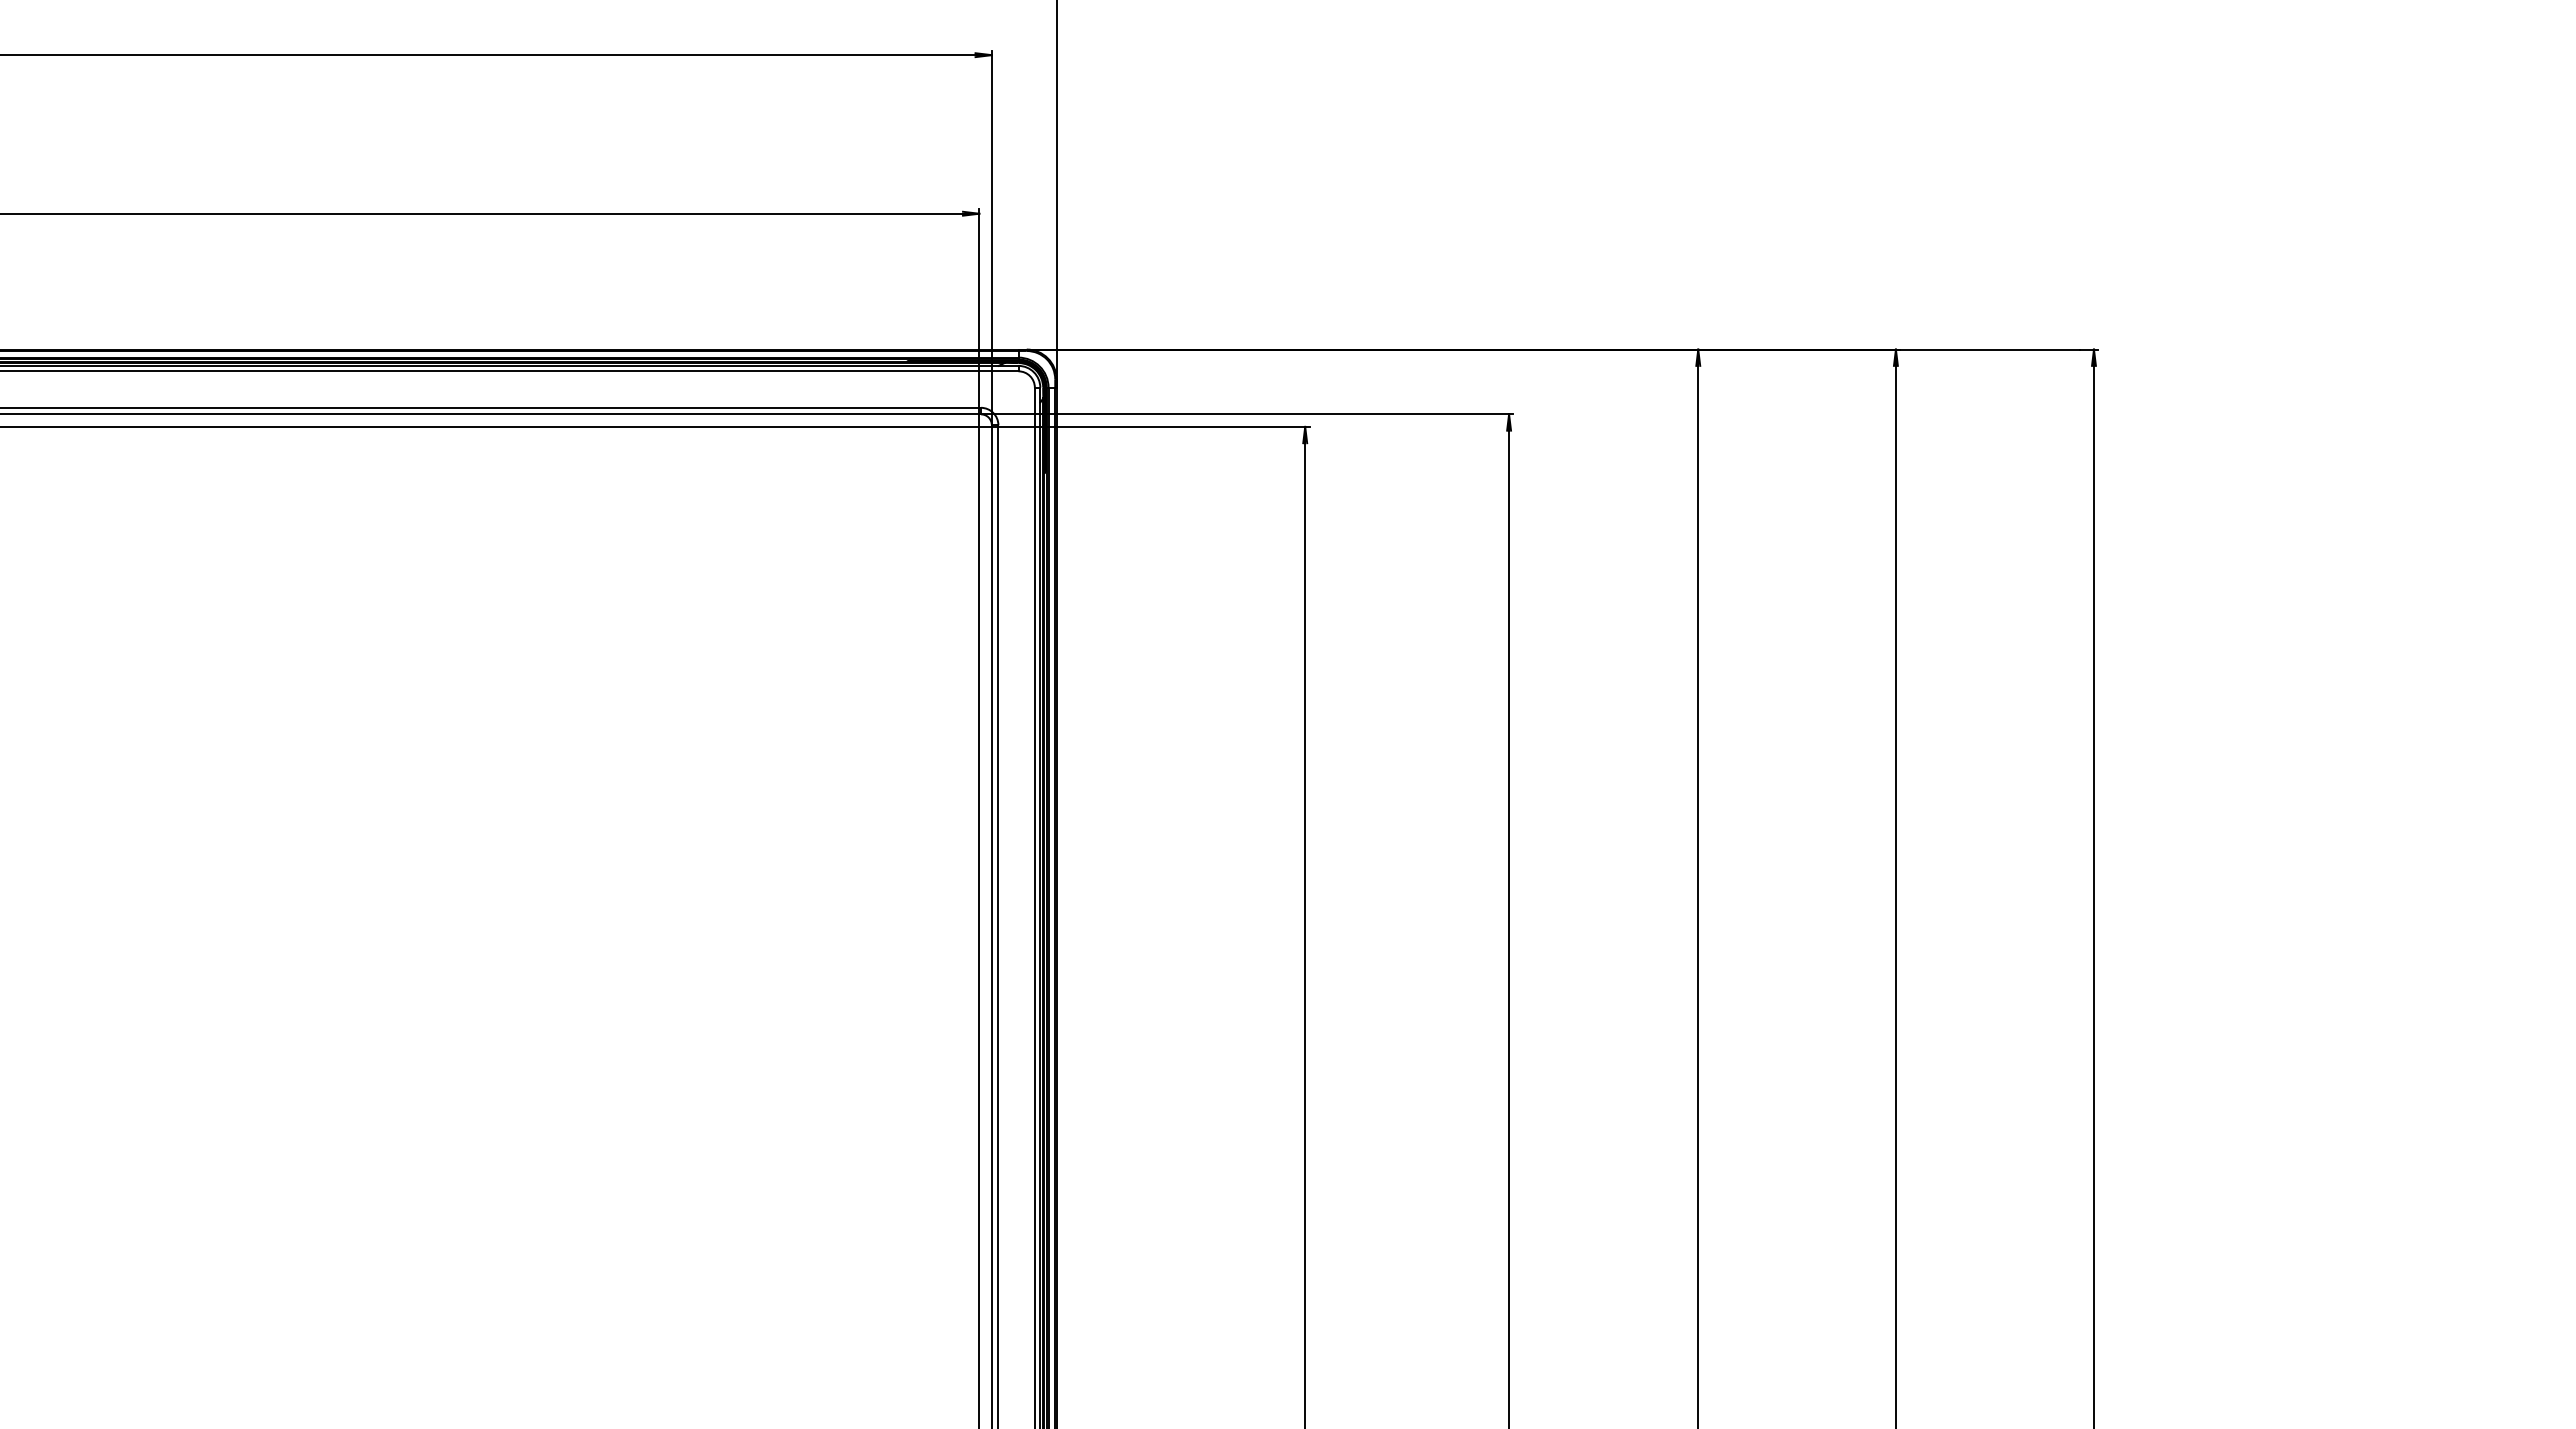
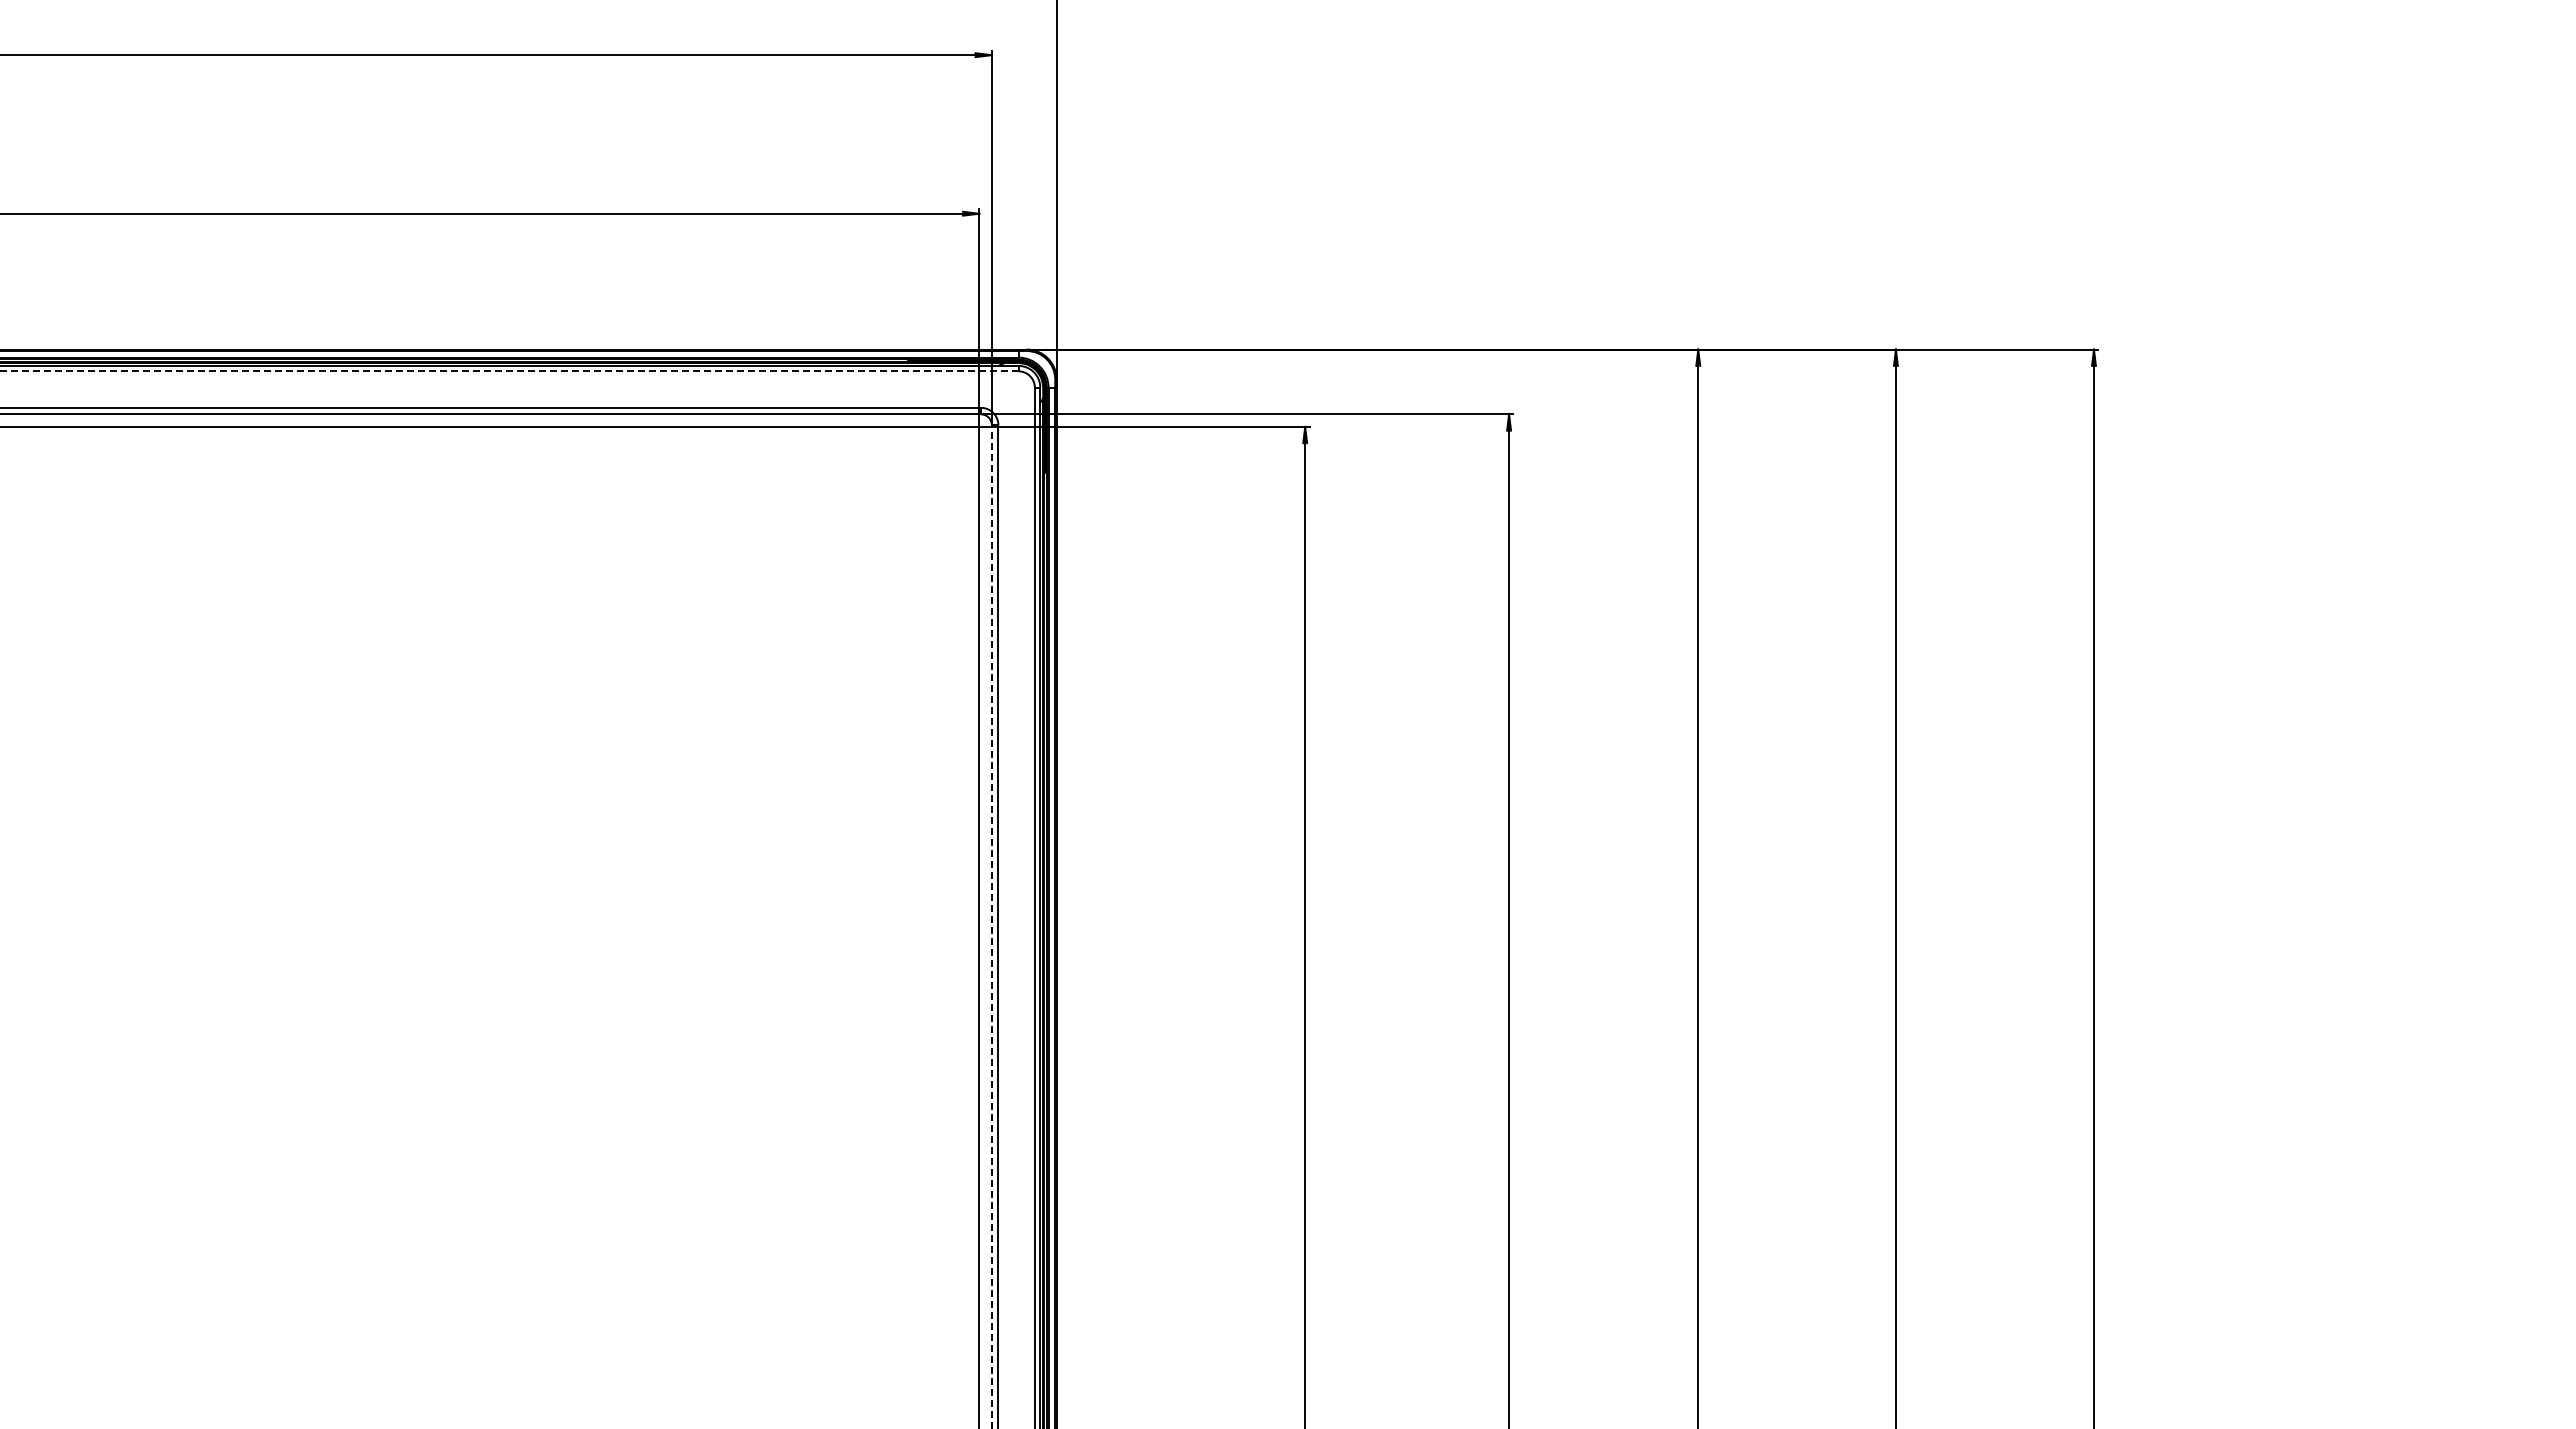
line at (509, 371): solid -> dashed
line at (991, 926): solid -> dashed
